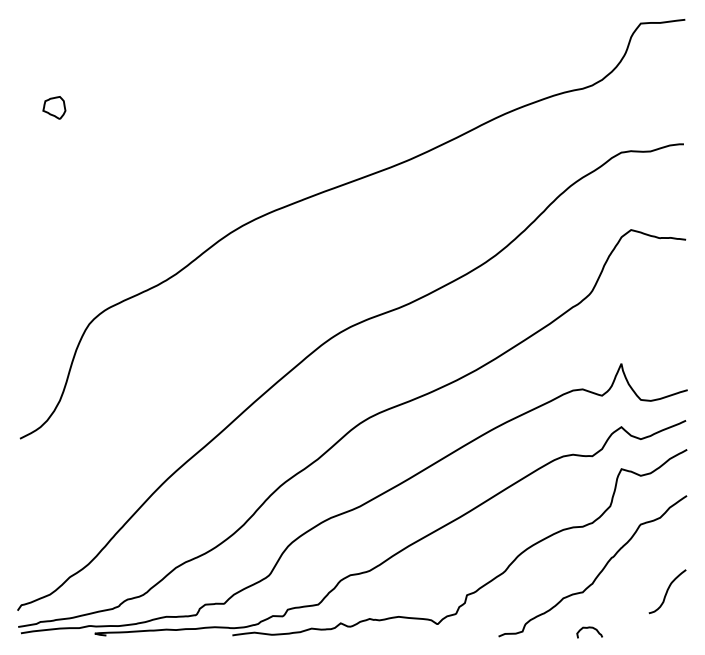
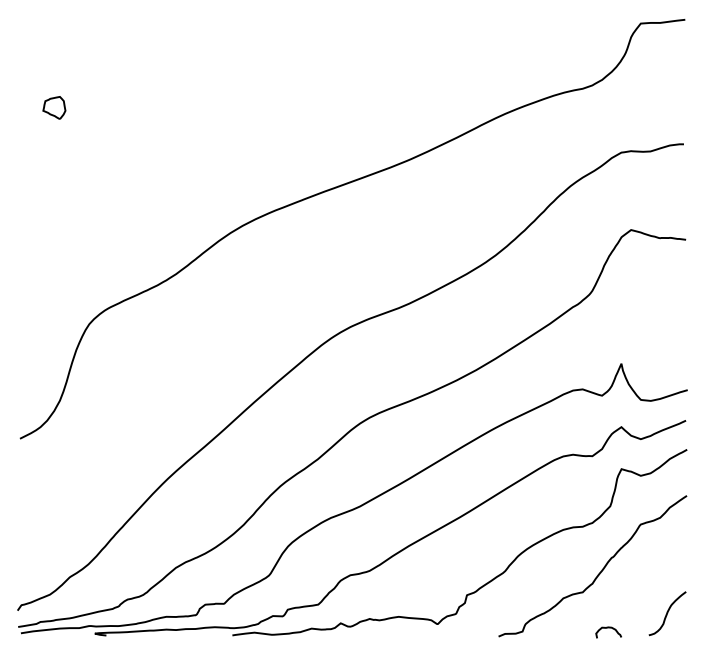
curve at (667, 591) position: (667, 591) -> (667, 613)
curve at (589, 628) position: (589, 628) -> (608, 628)
